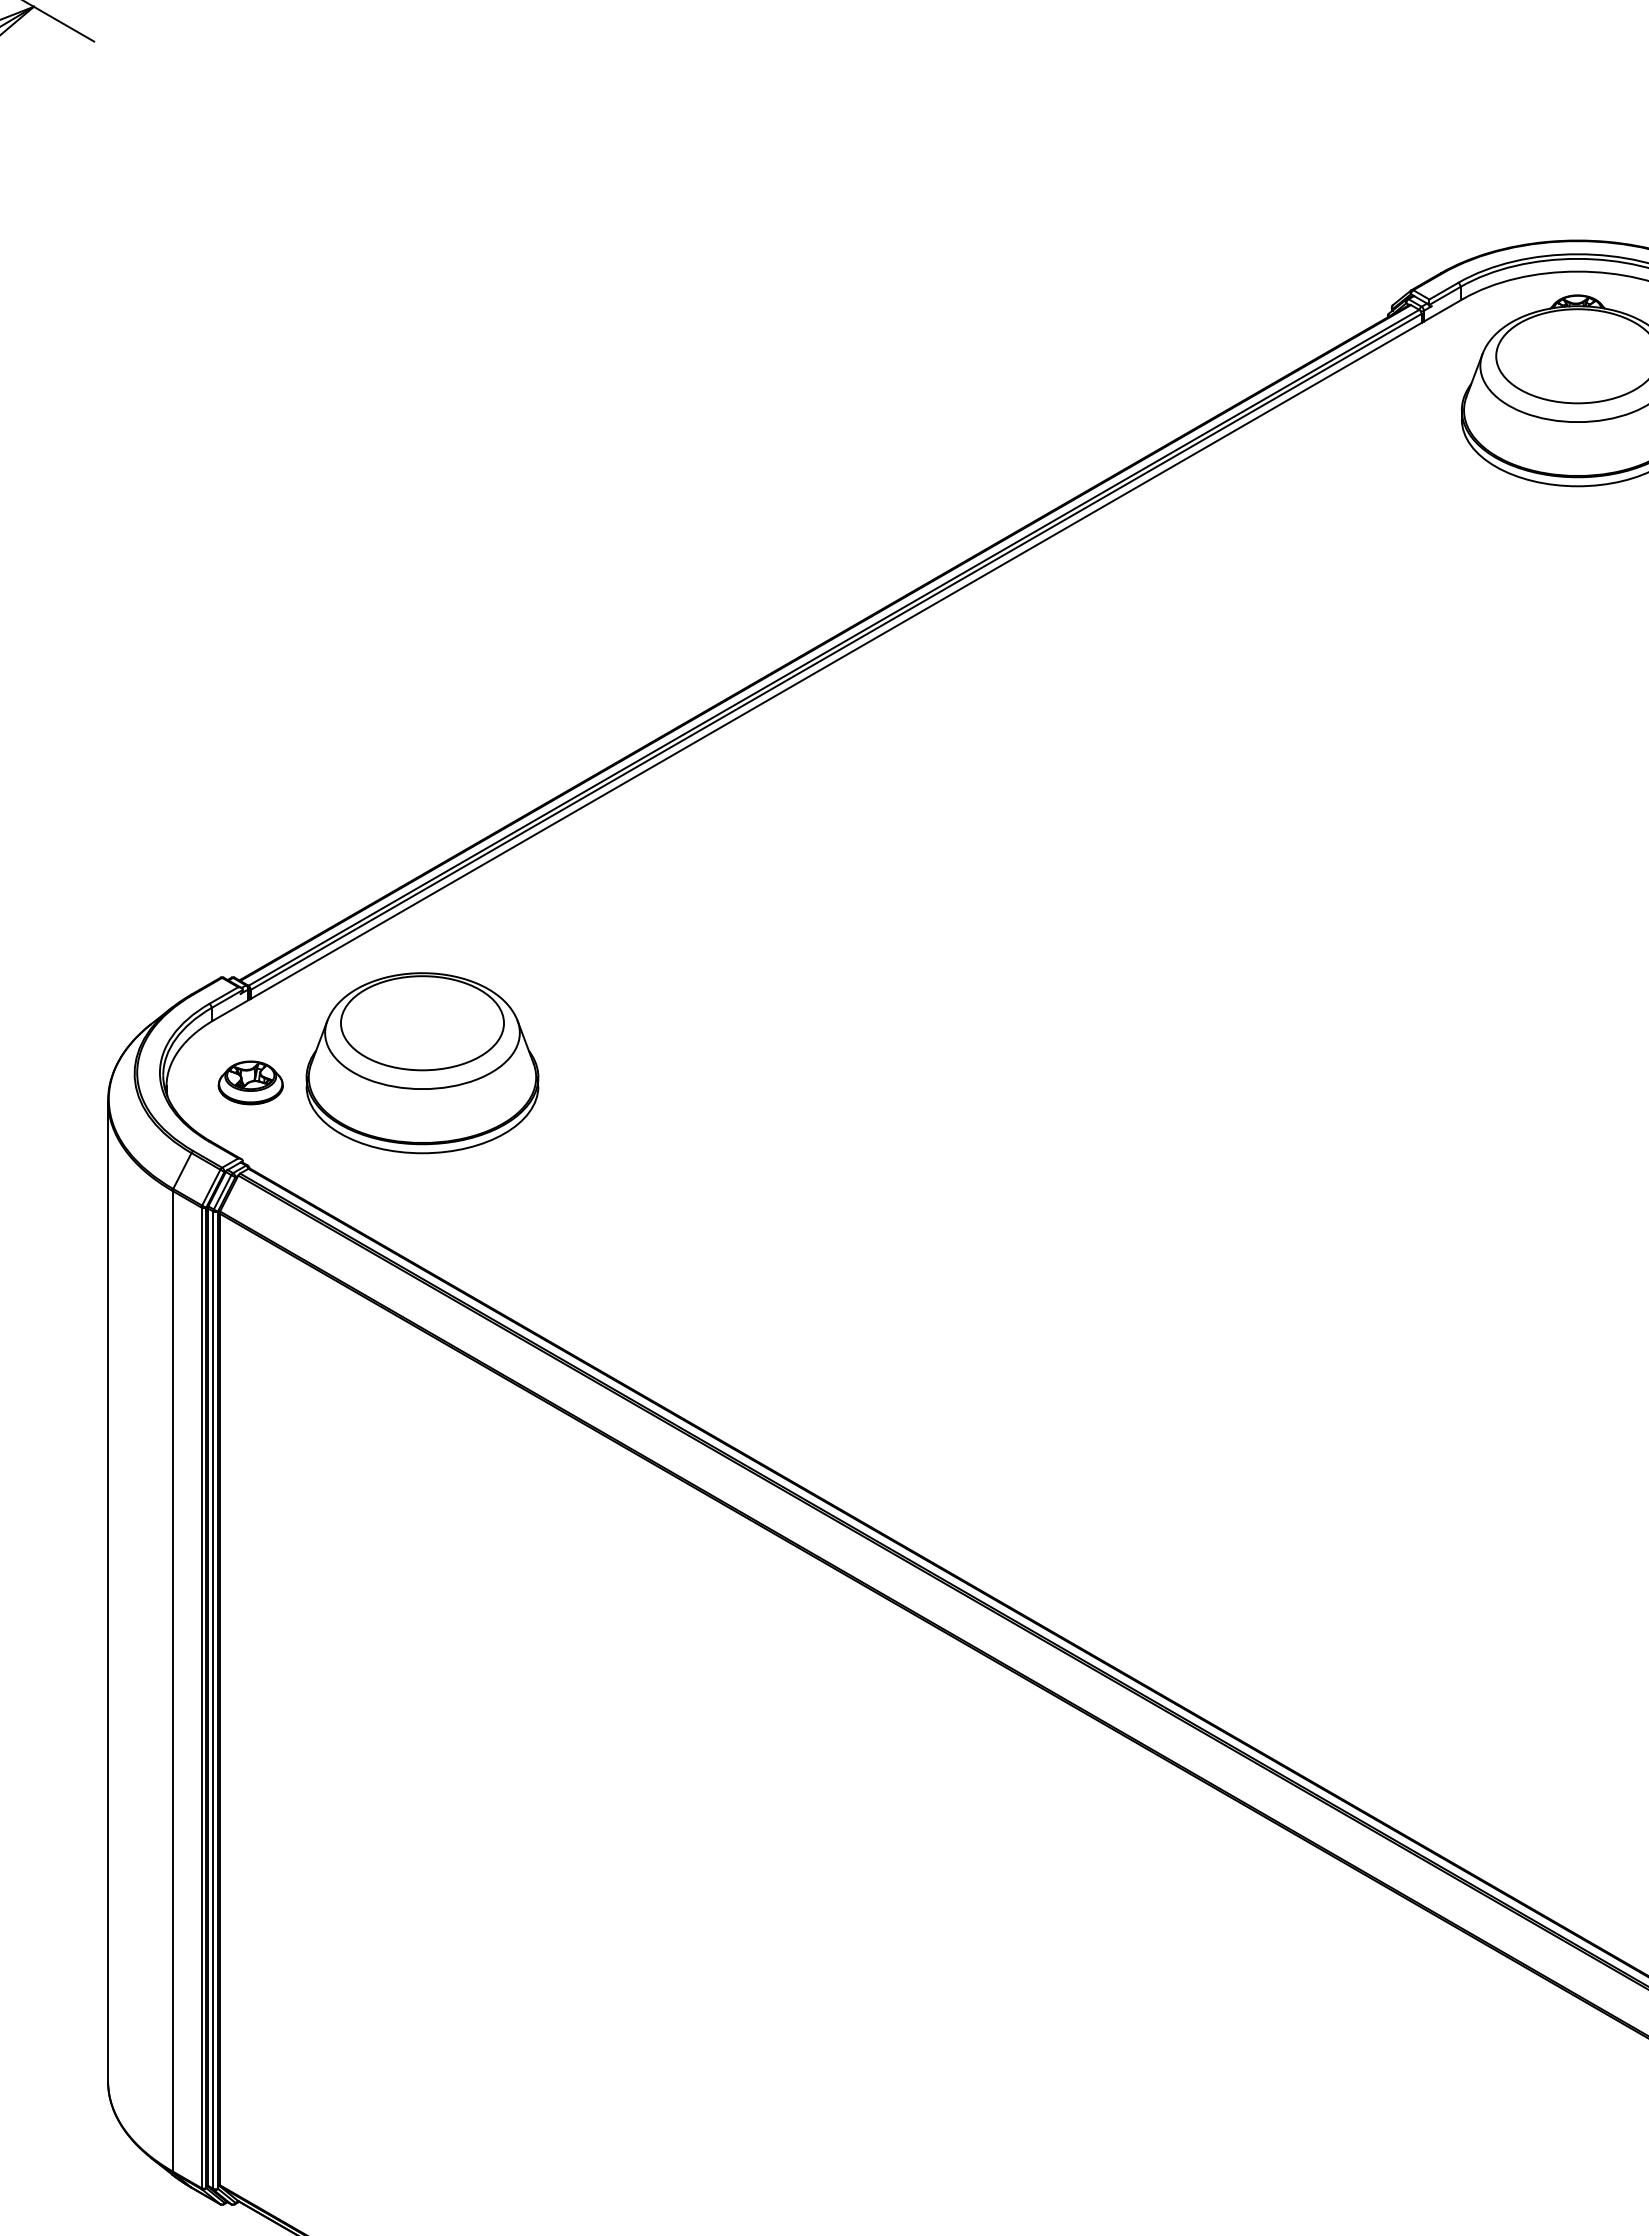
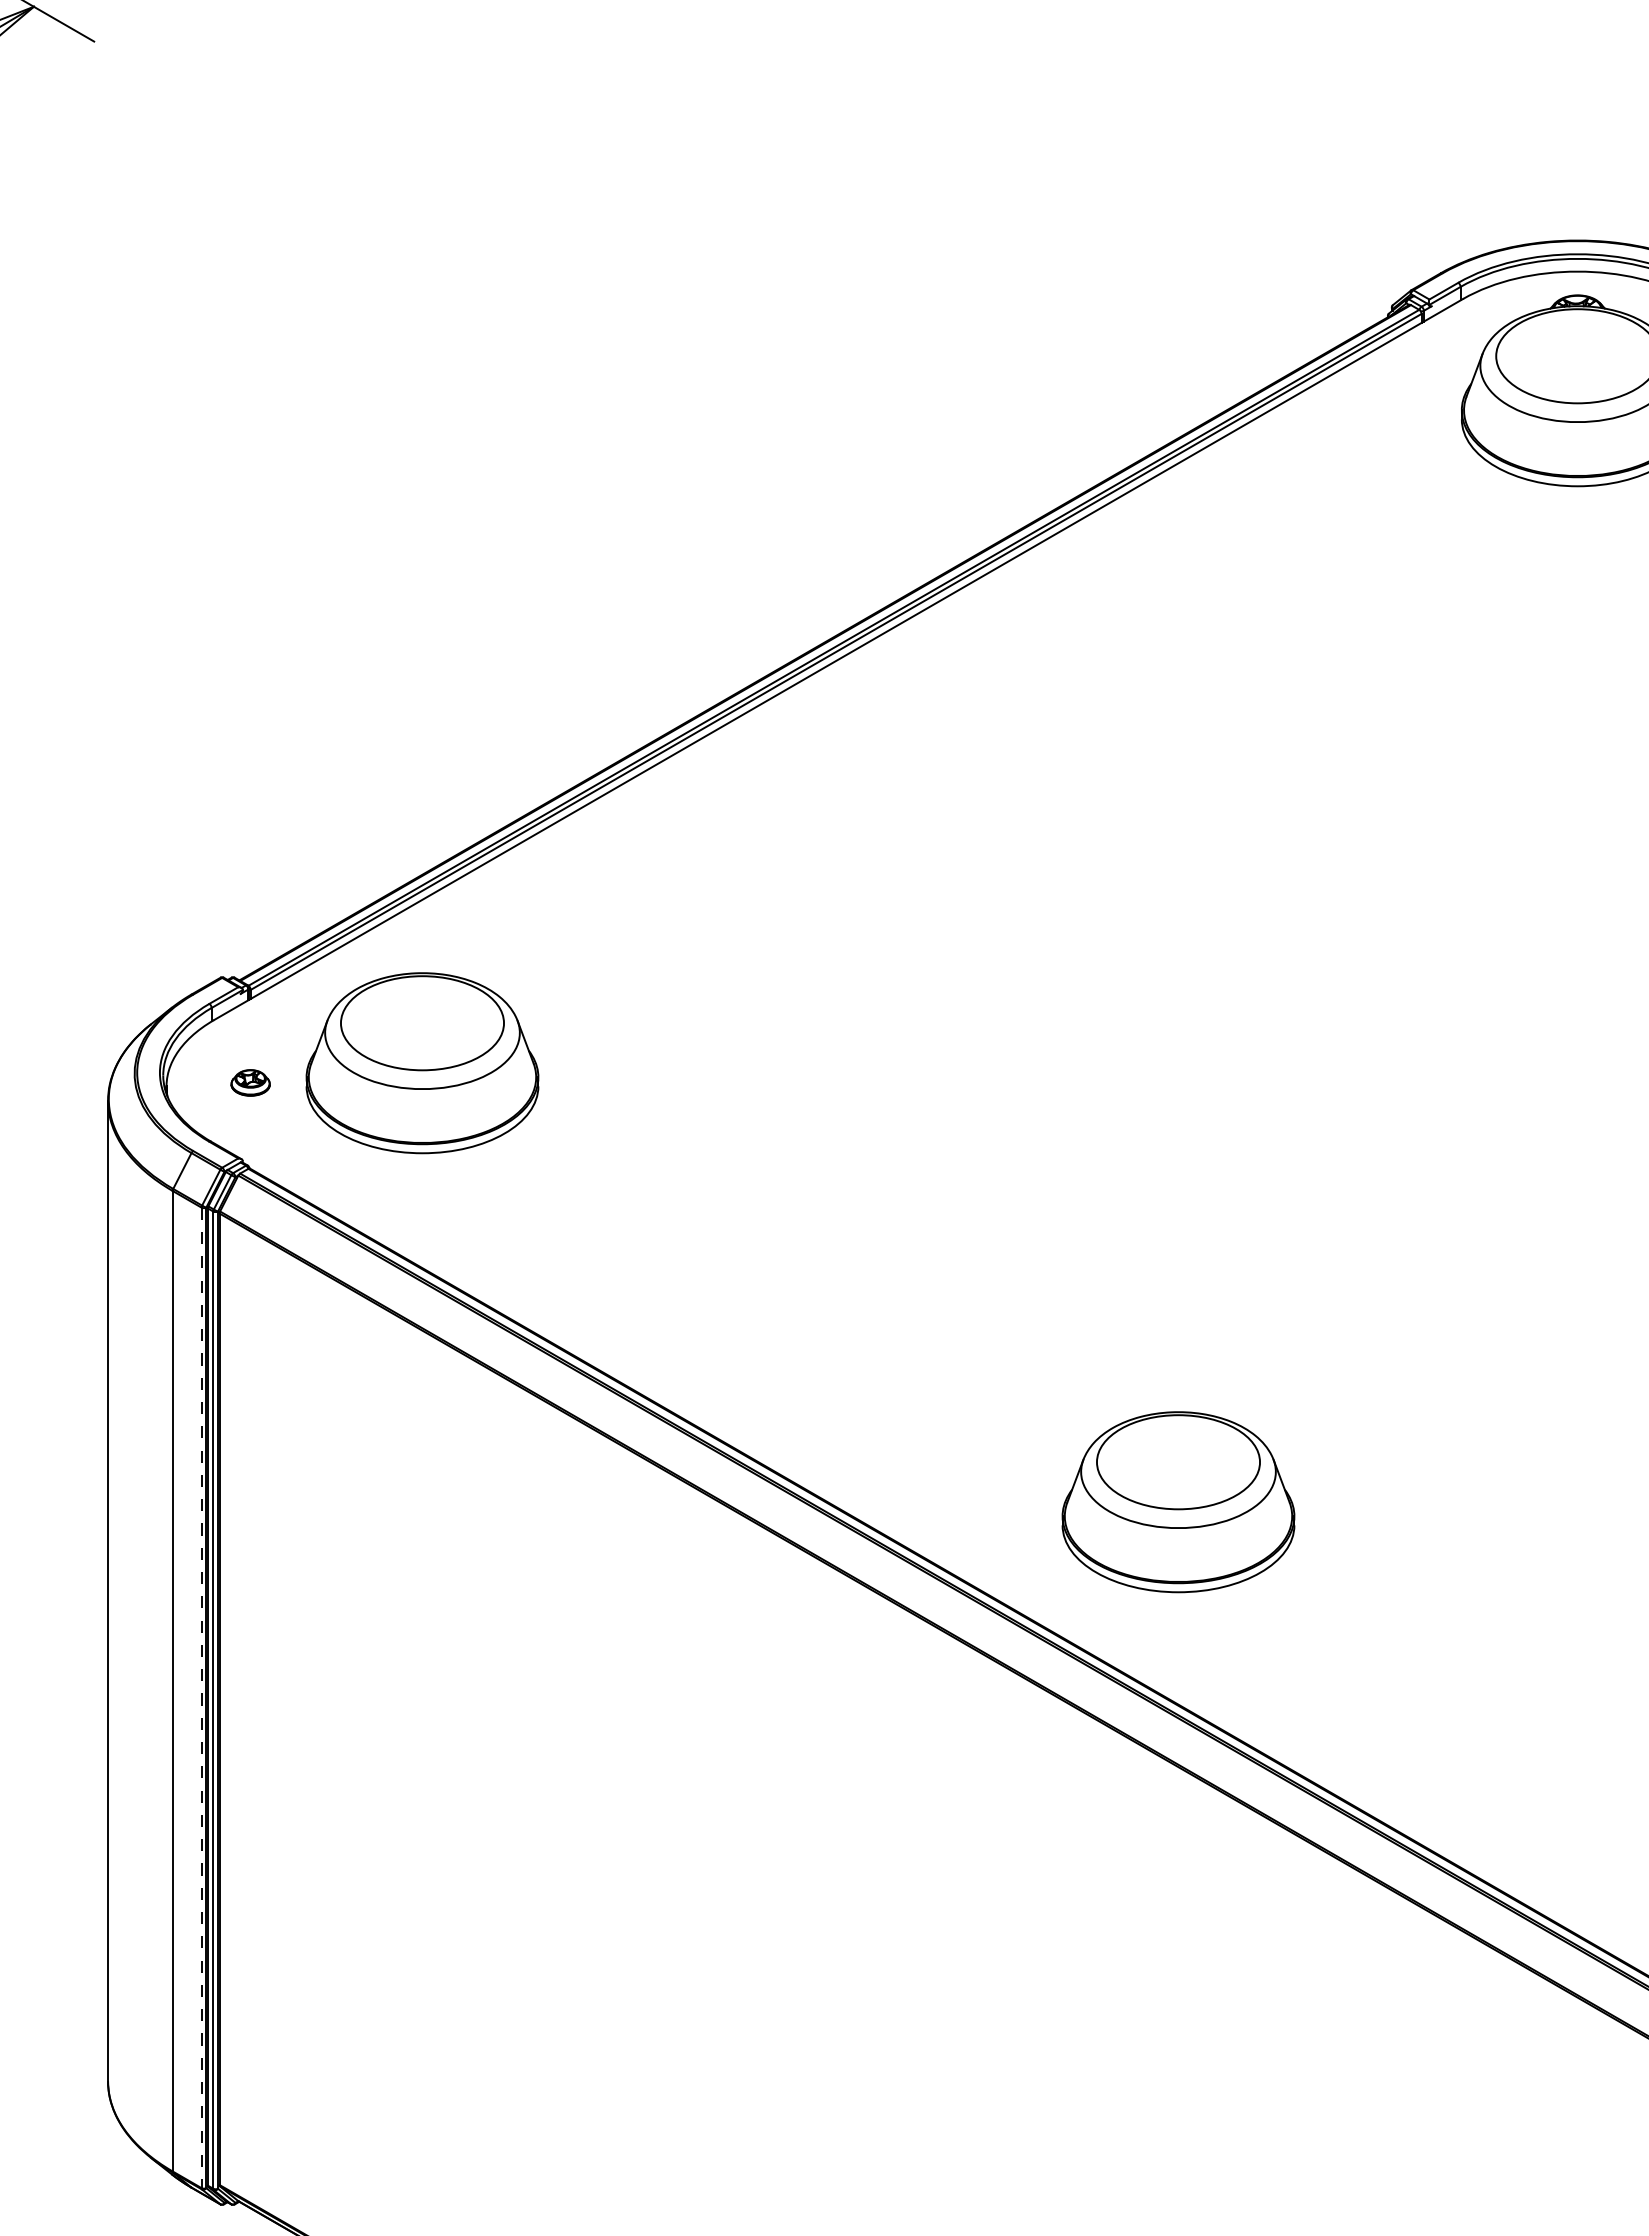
part at (250, 1082) size: 67x46 px -> 41x28 px
part at (1178, 1502): none -> present
line at (201, 1698): solid -> dashed
